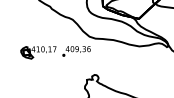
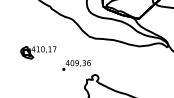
text at (76, 51) position: (76, 51) -> (76, 65)
